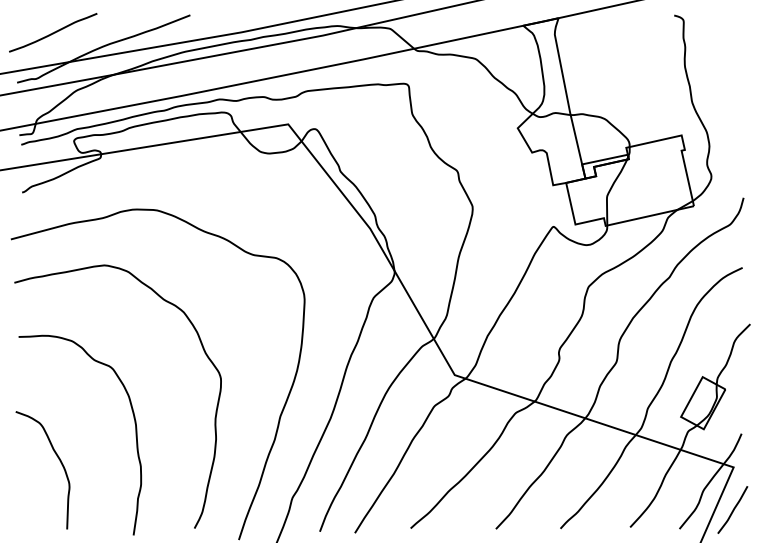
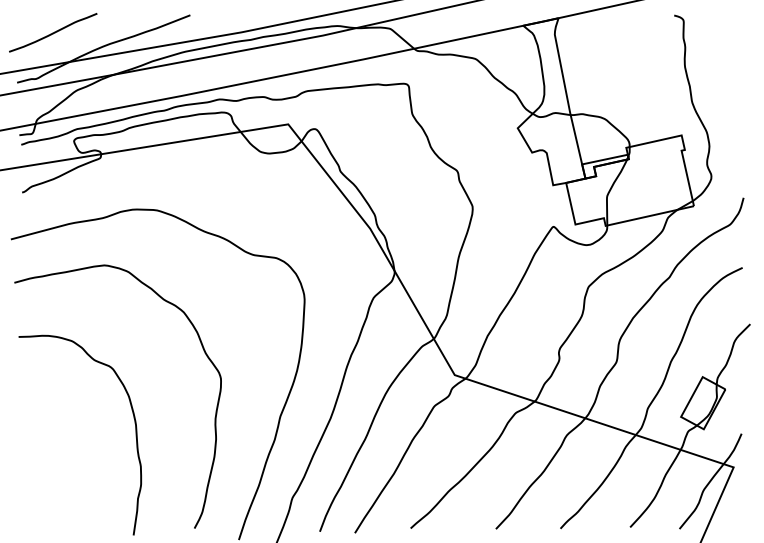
curve at (59, 461): present -> none
curve at (732, 509): present -> none
